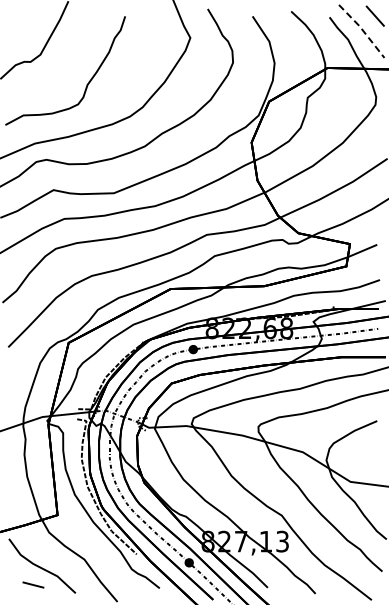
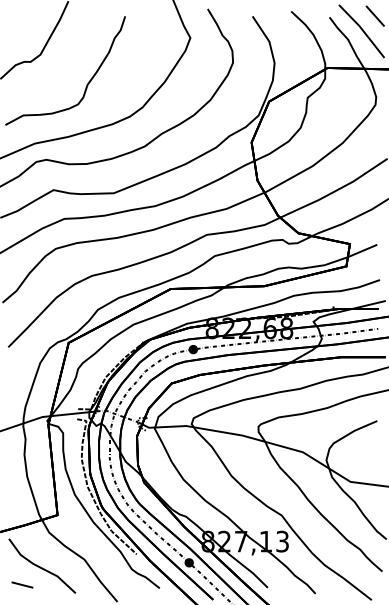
line at (362, 29): dashed -> solid
line at (33, 584) position: (33, 584) -> (22, 584)
